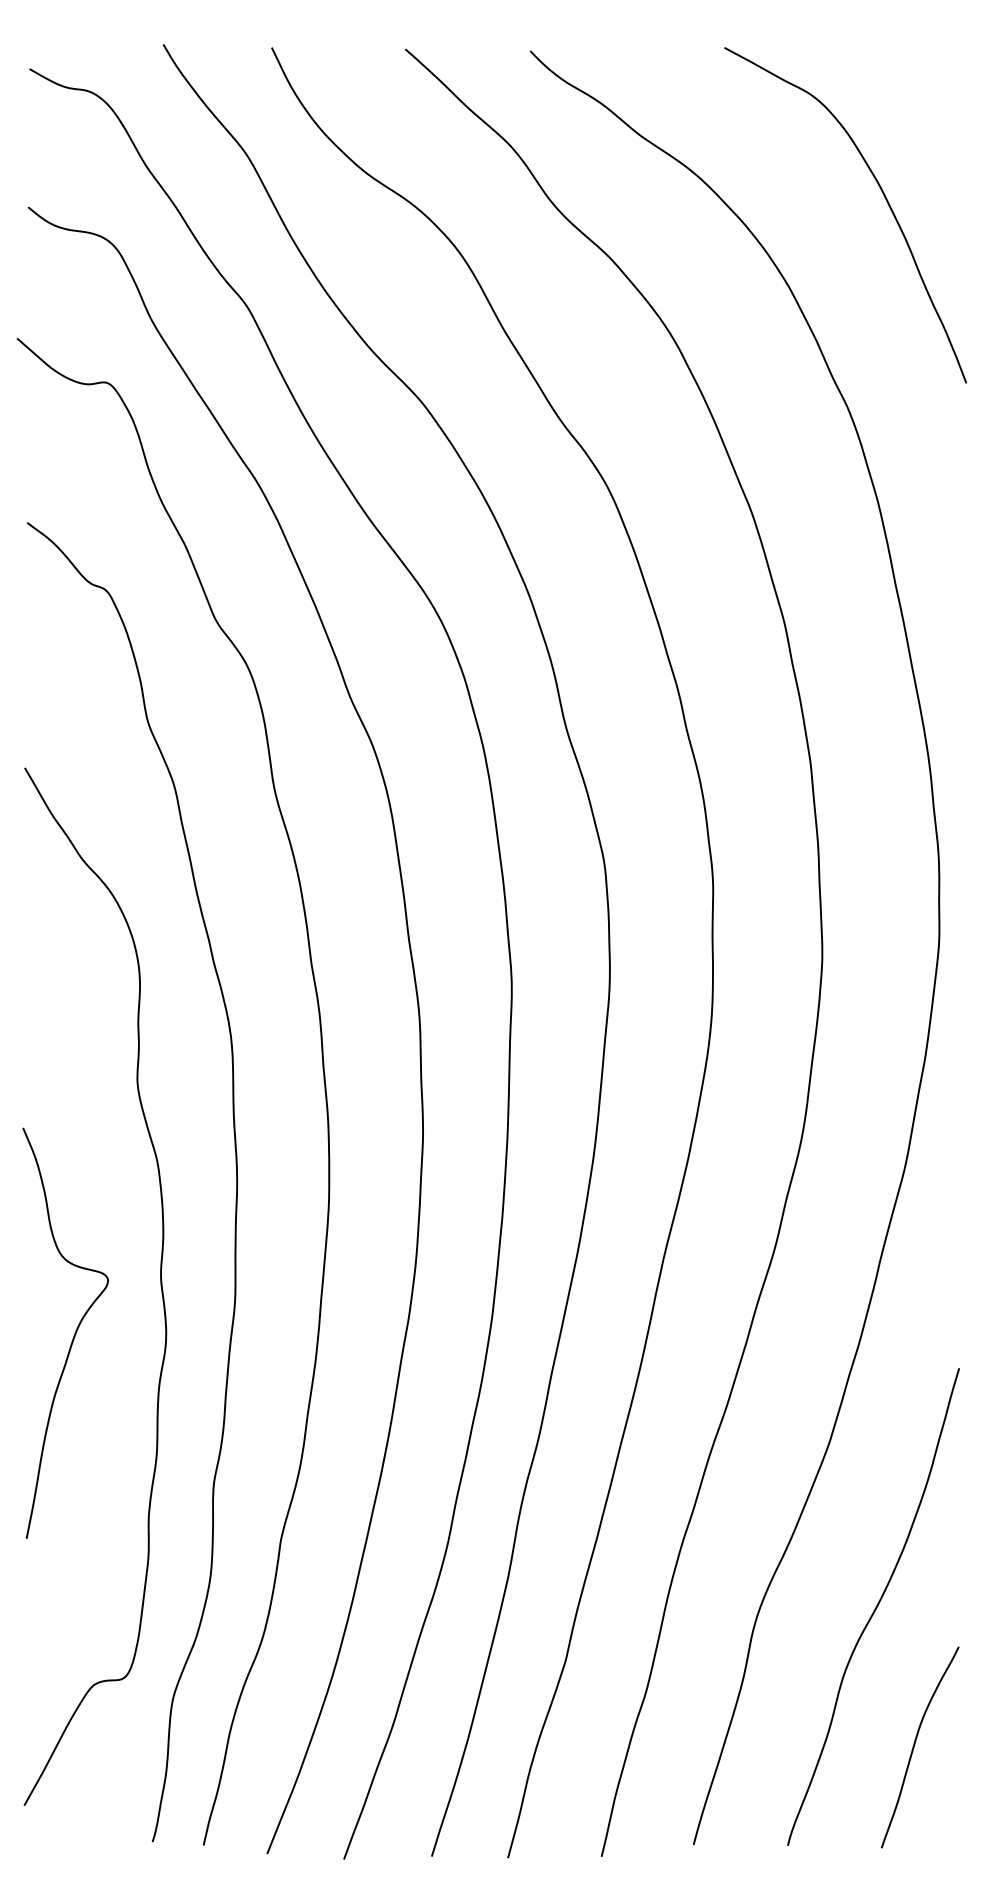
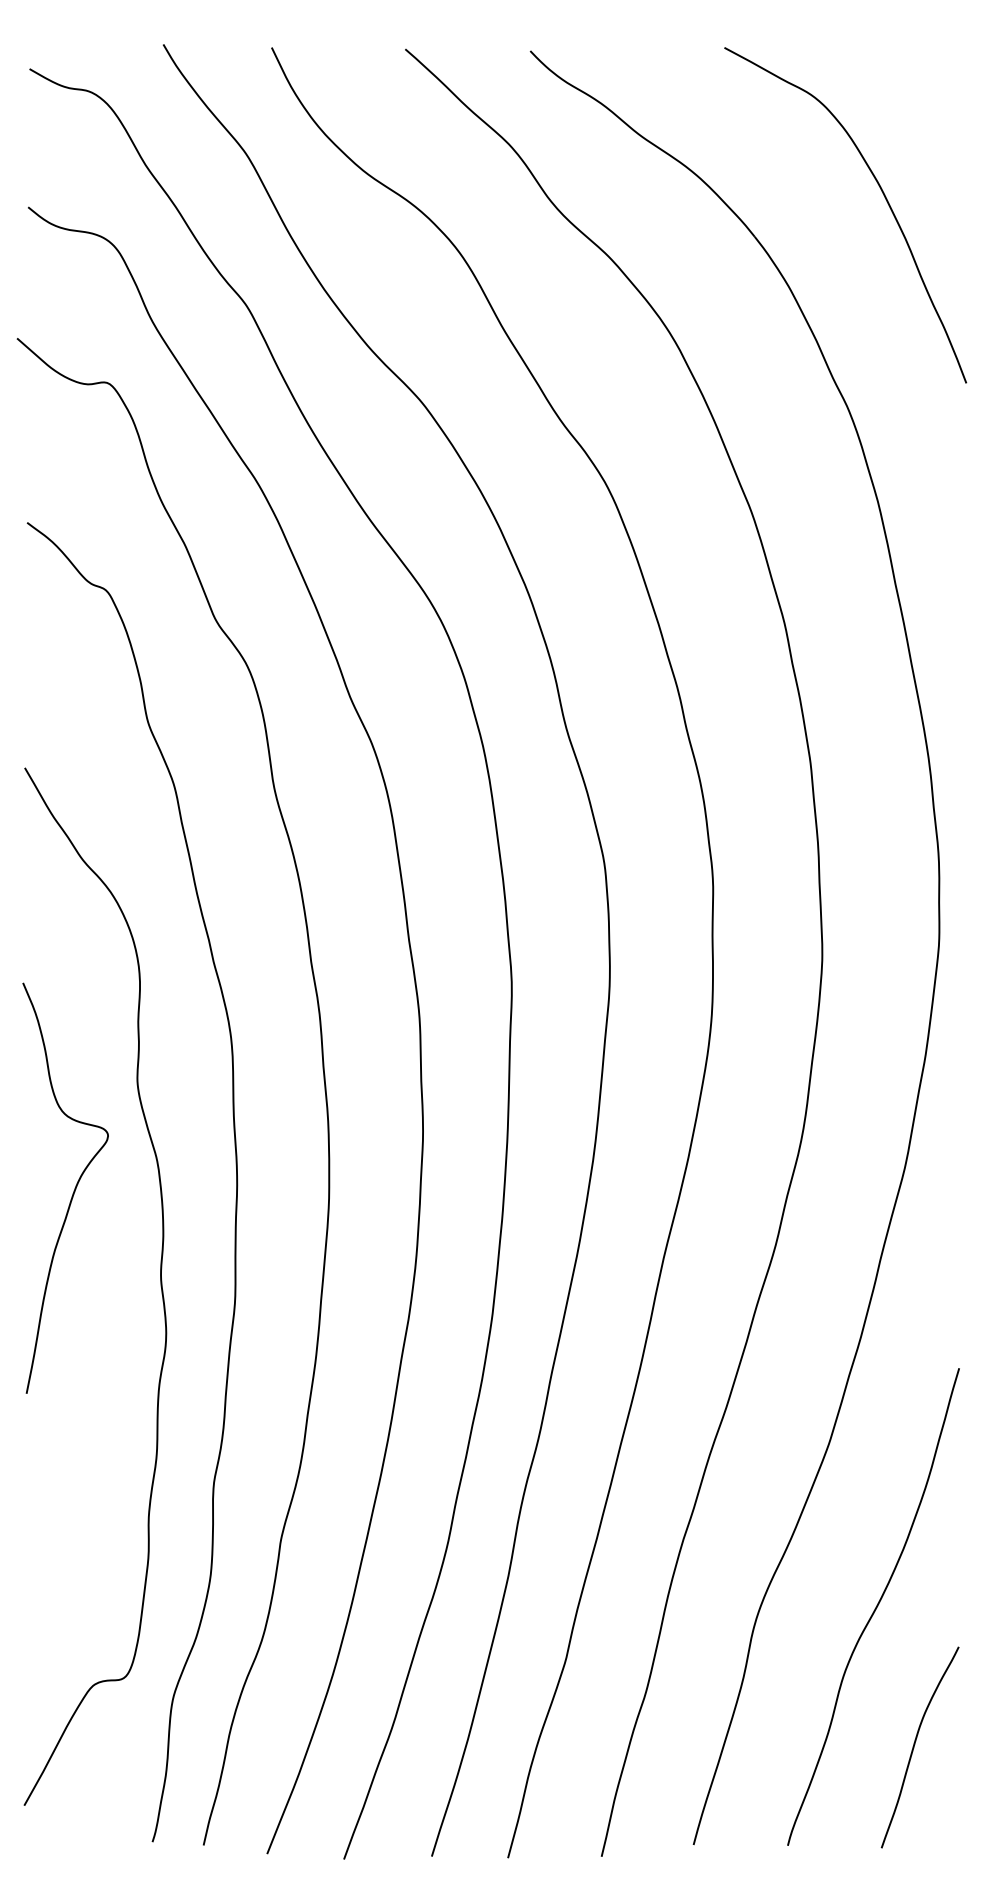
curve at (73, 1335) position: (73, 1335) -> (73, 1190)
